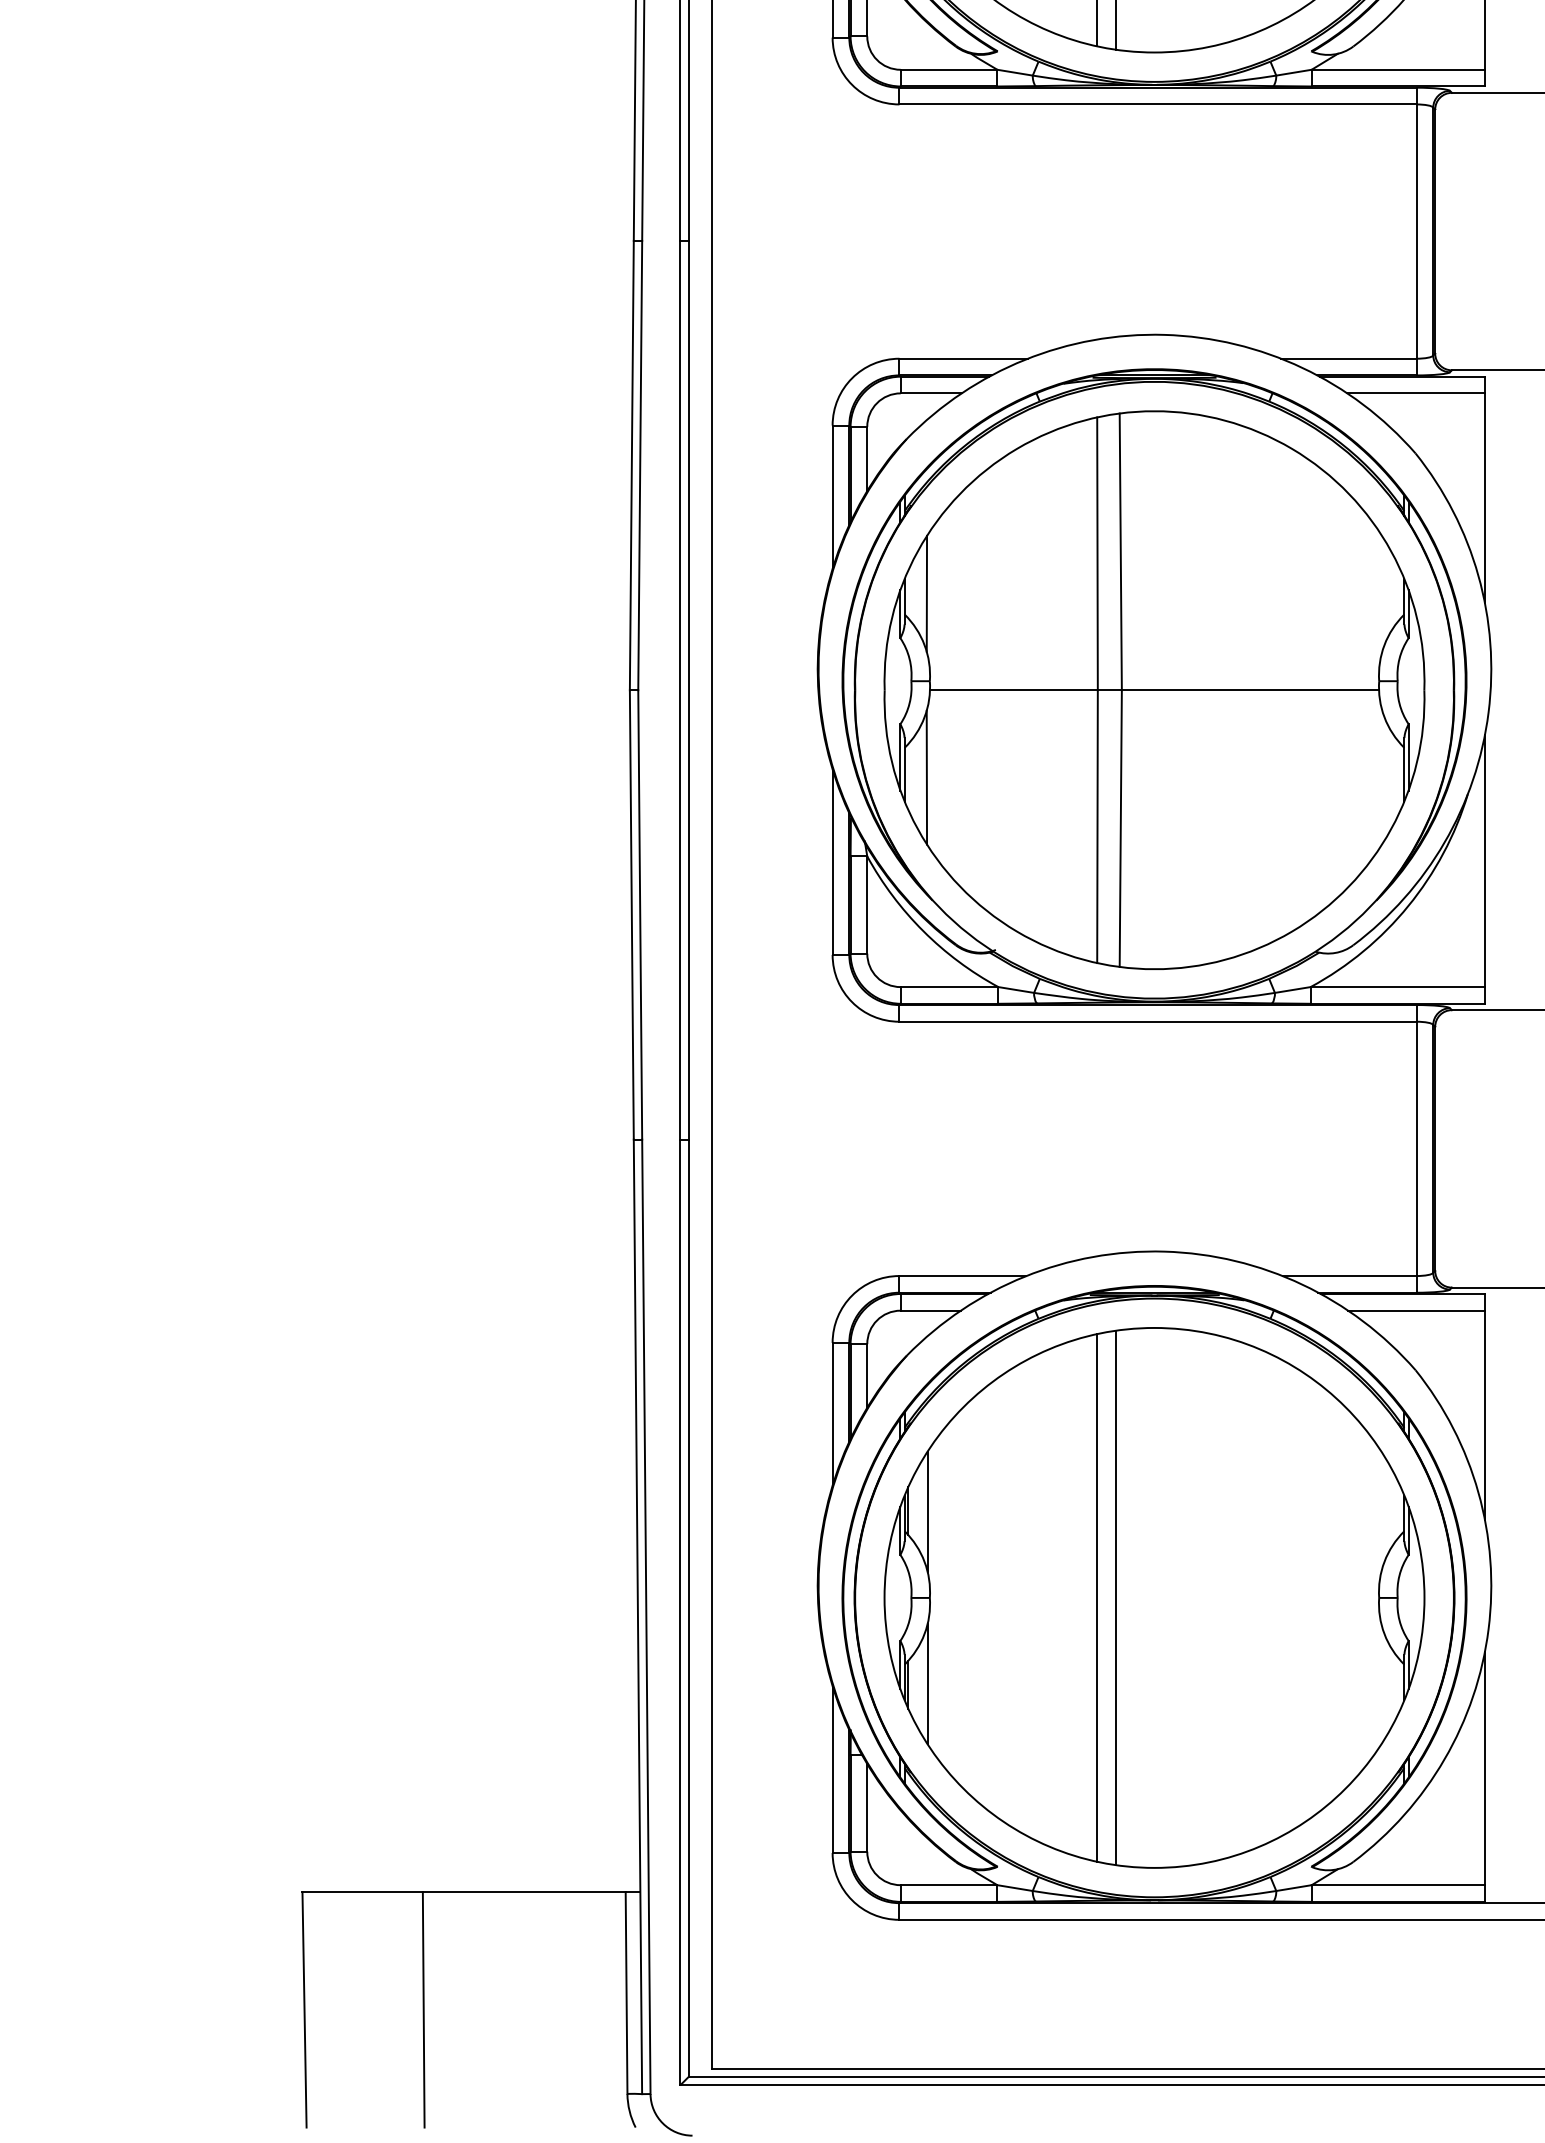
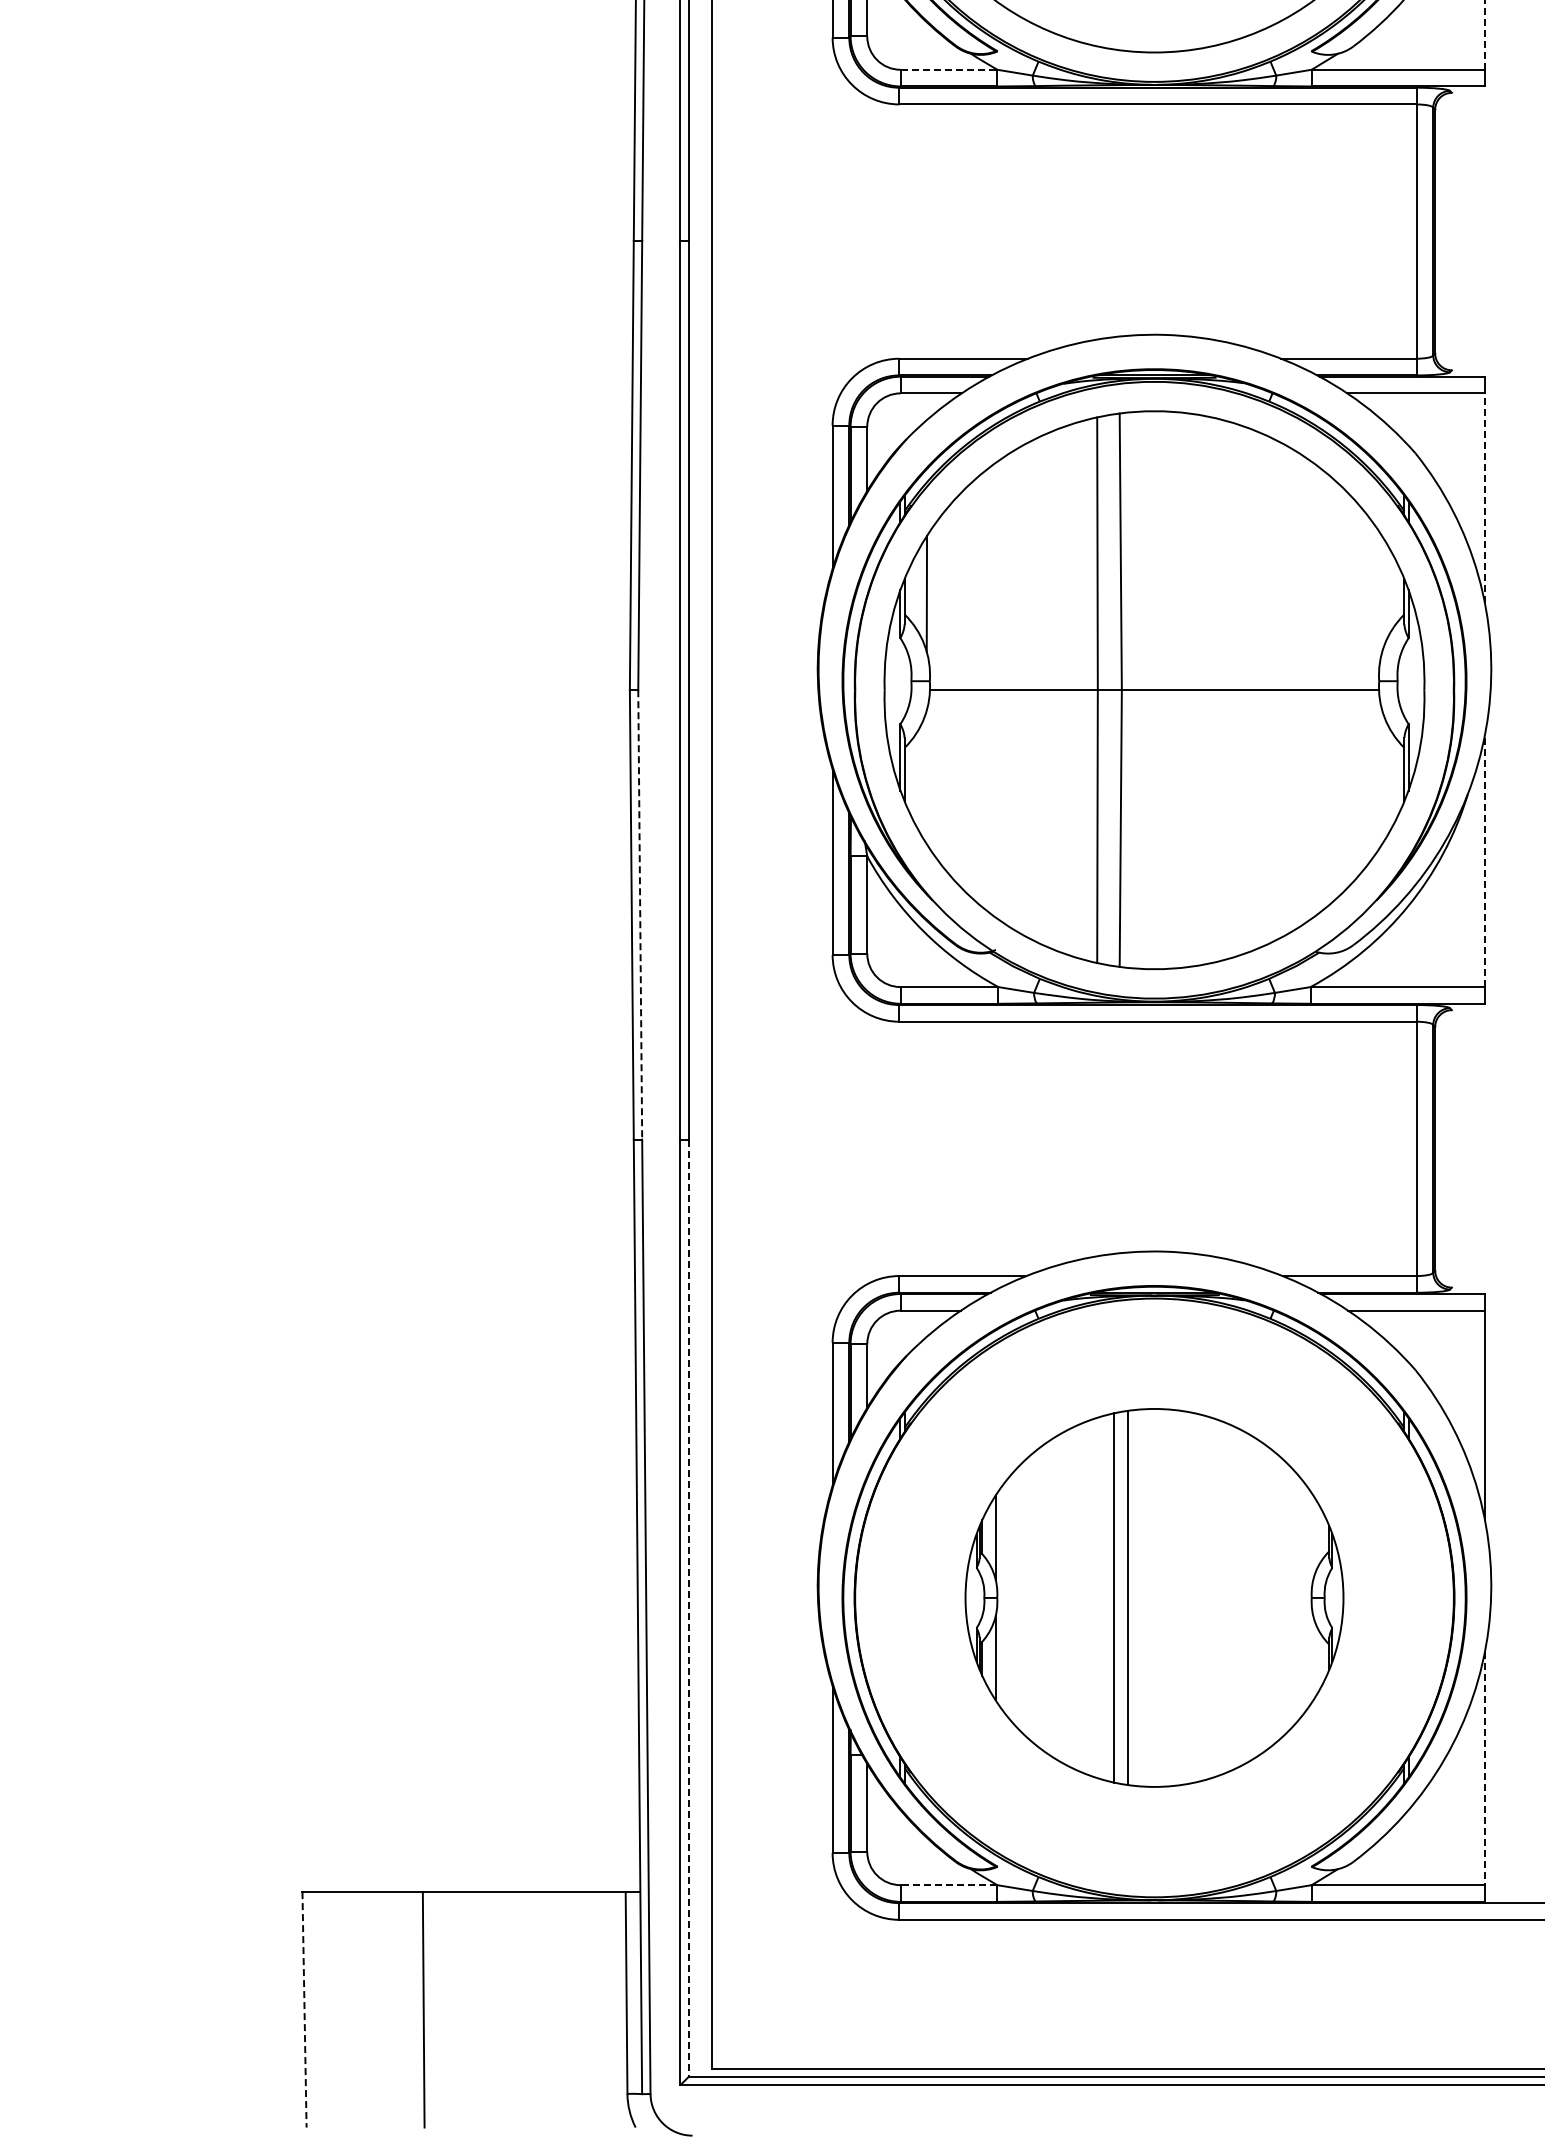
line at (1096, 24): present -> none
line at (1116, 25): present -> none
line at (1484, 34): solid -> dashed
line at (949, 69): solid -> dashed
line at (1496, 92): present -> none
line at (1496, 370): present -> none
line at (1484, 498): solid -> dashed
line at (926, 777): present -> none
line at (1484, 860): solid -> dashed
line at (640, 914): solid -> dashed
line at (1496, 1010): present -> none
line at (1496, 1287): present -> none
part at (1154, 1597) size: 543x542 px -> 381x380 px
line at (688, 1608): solid -> dashed
line at (1484, 1768): solid -> dashed
line at (948, 1885): solid -> dashed
line at (304, 2009): solid -> dashed
